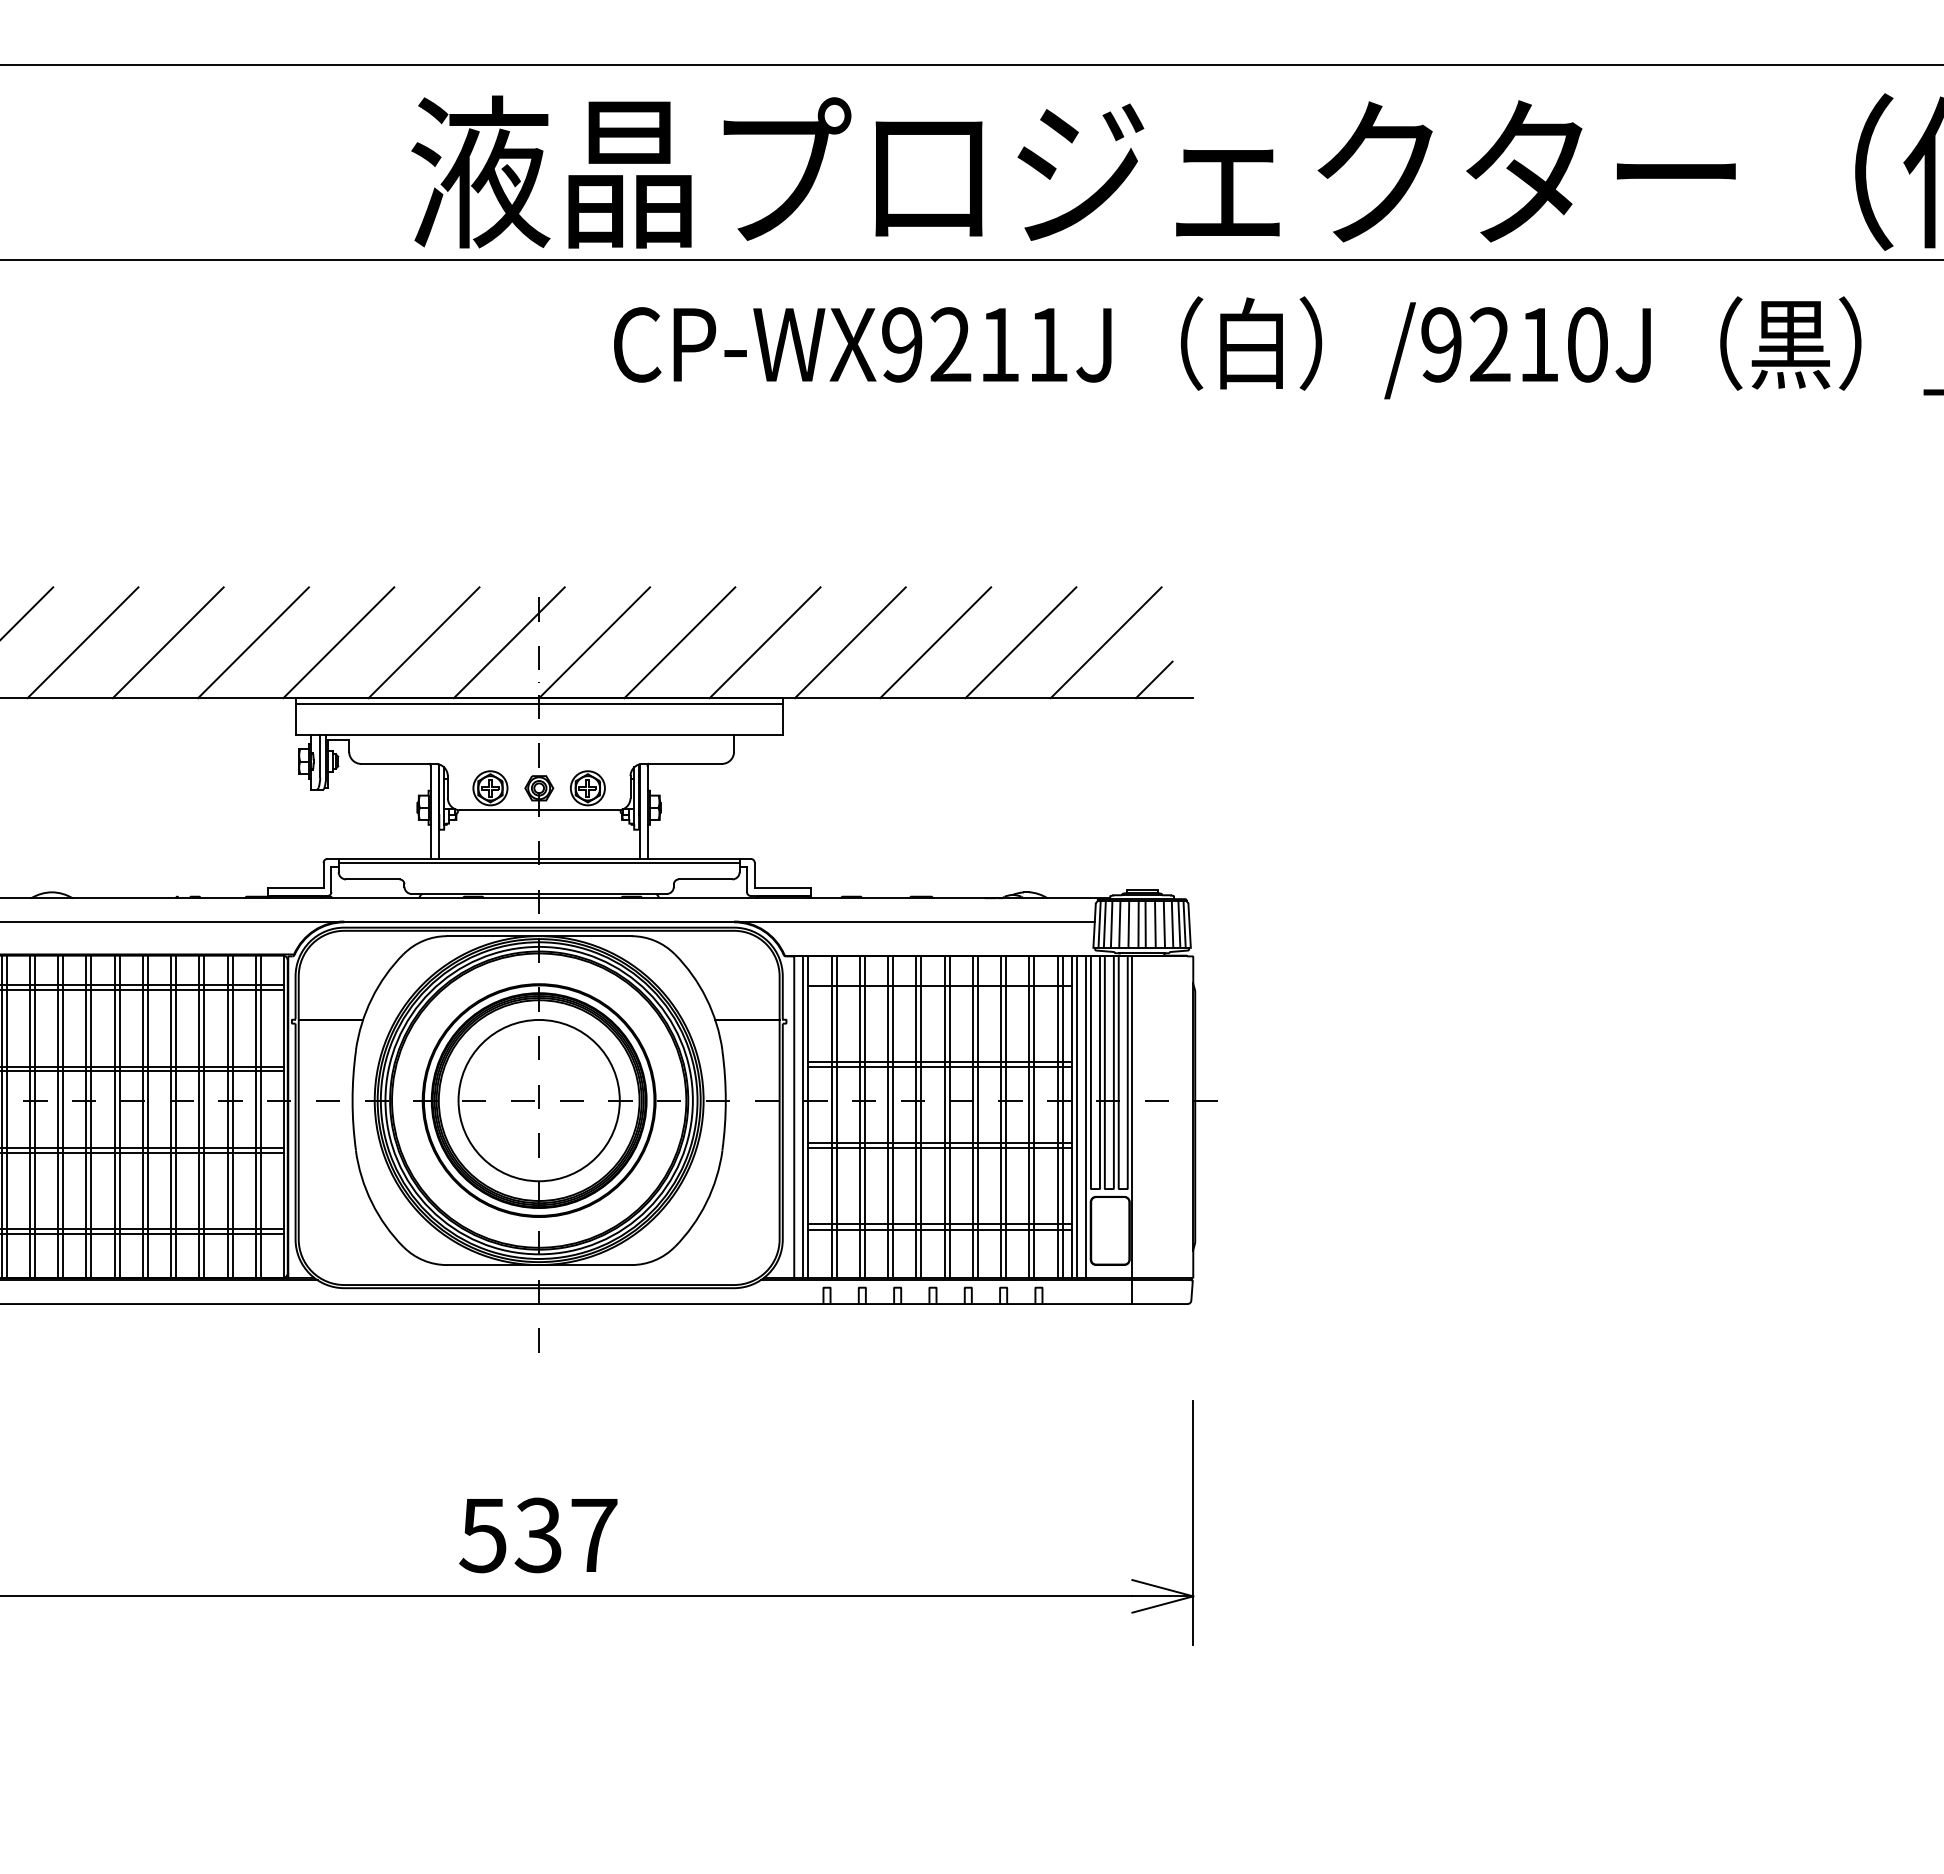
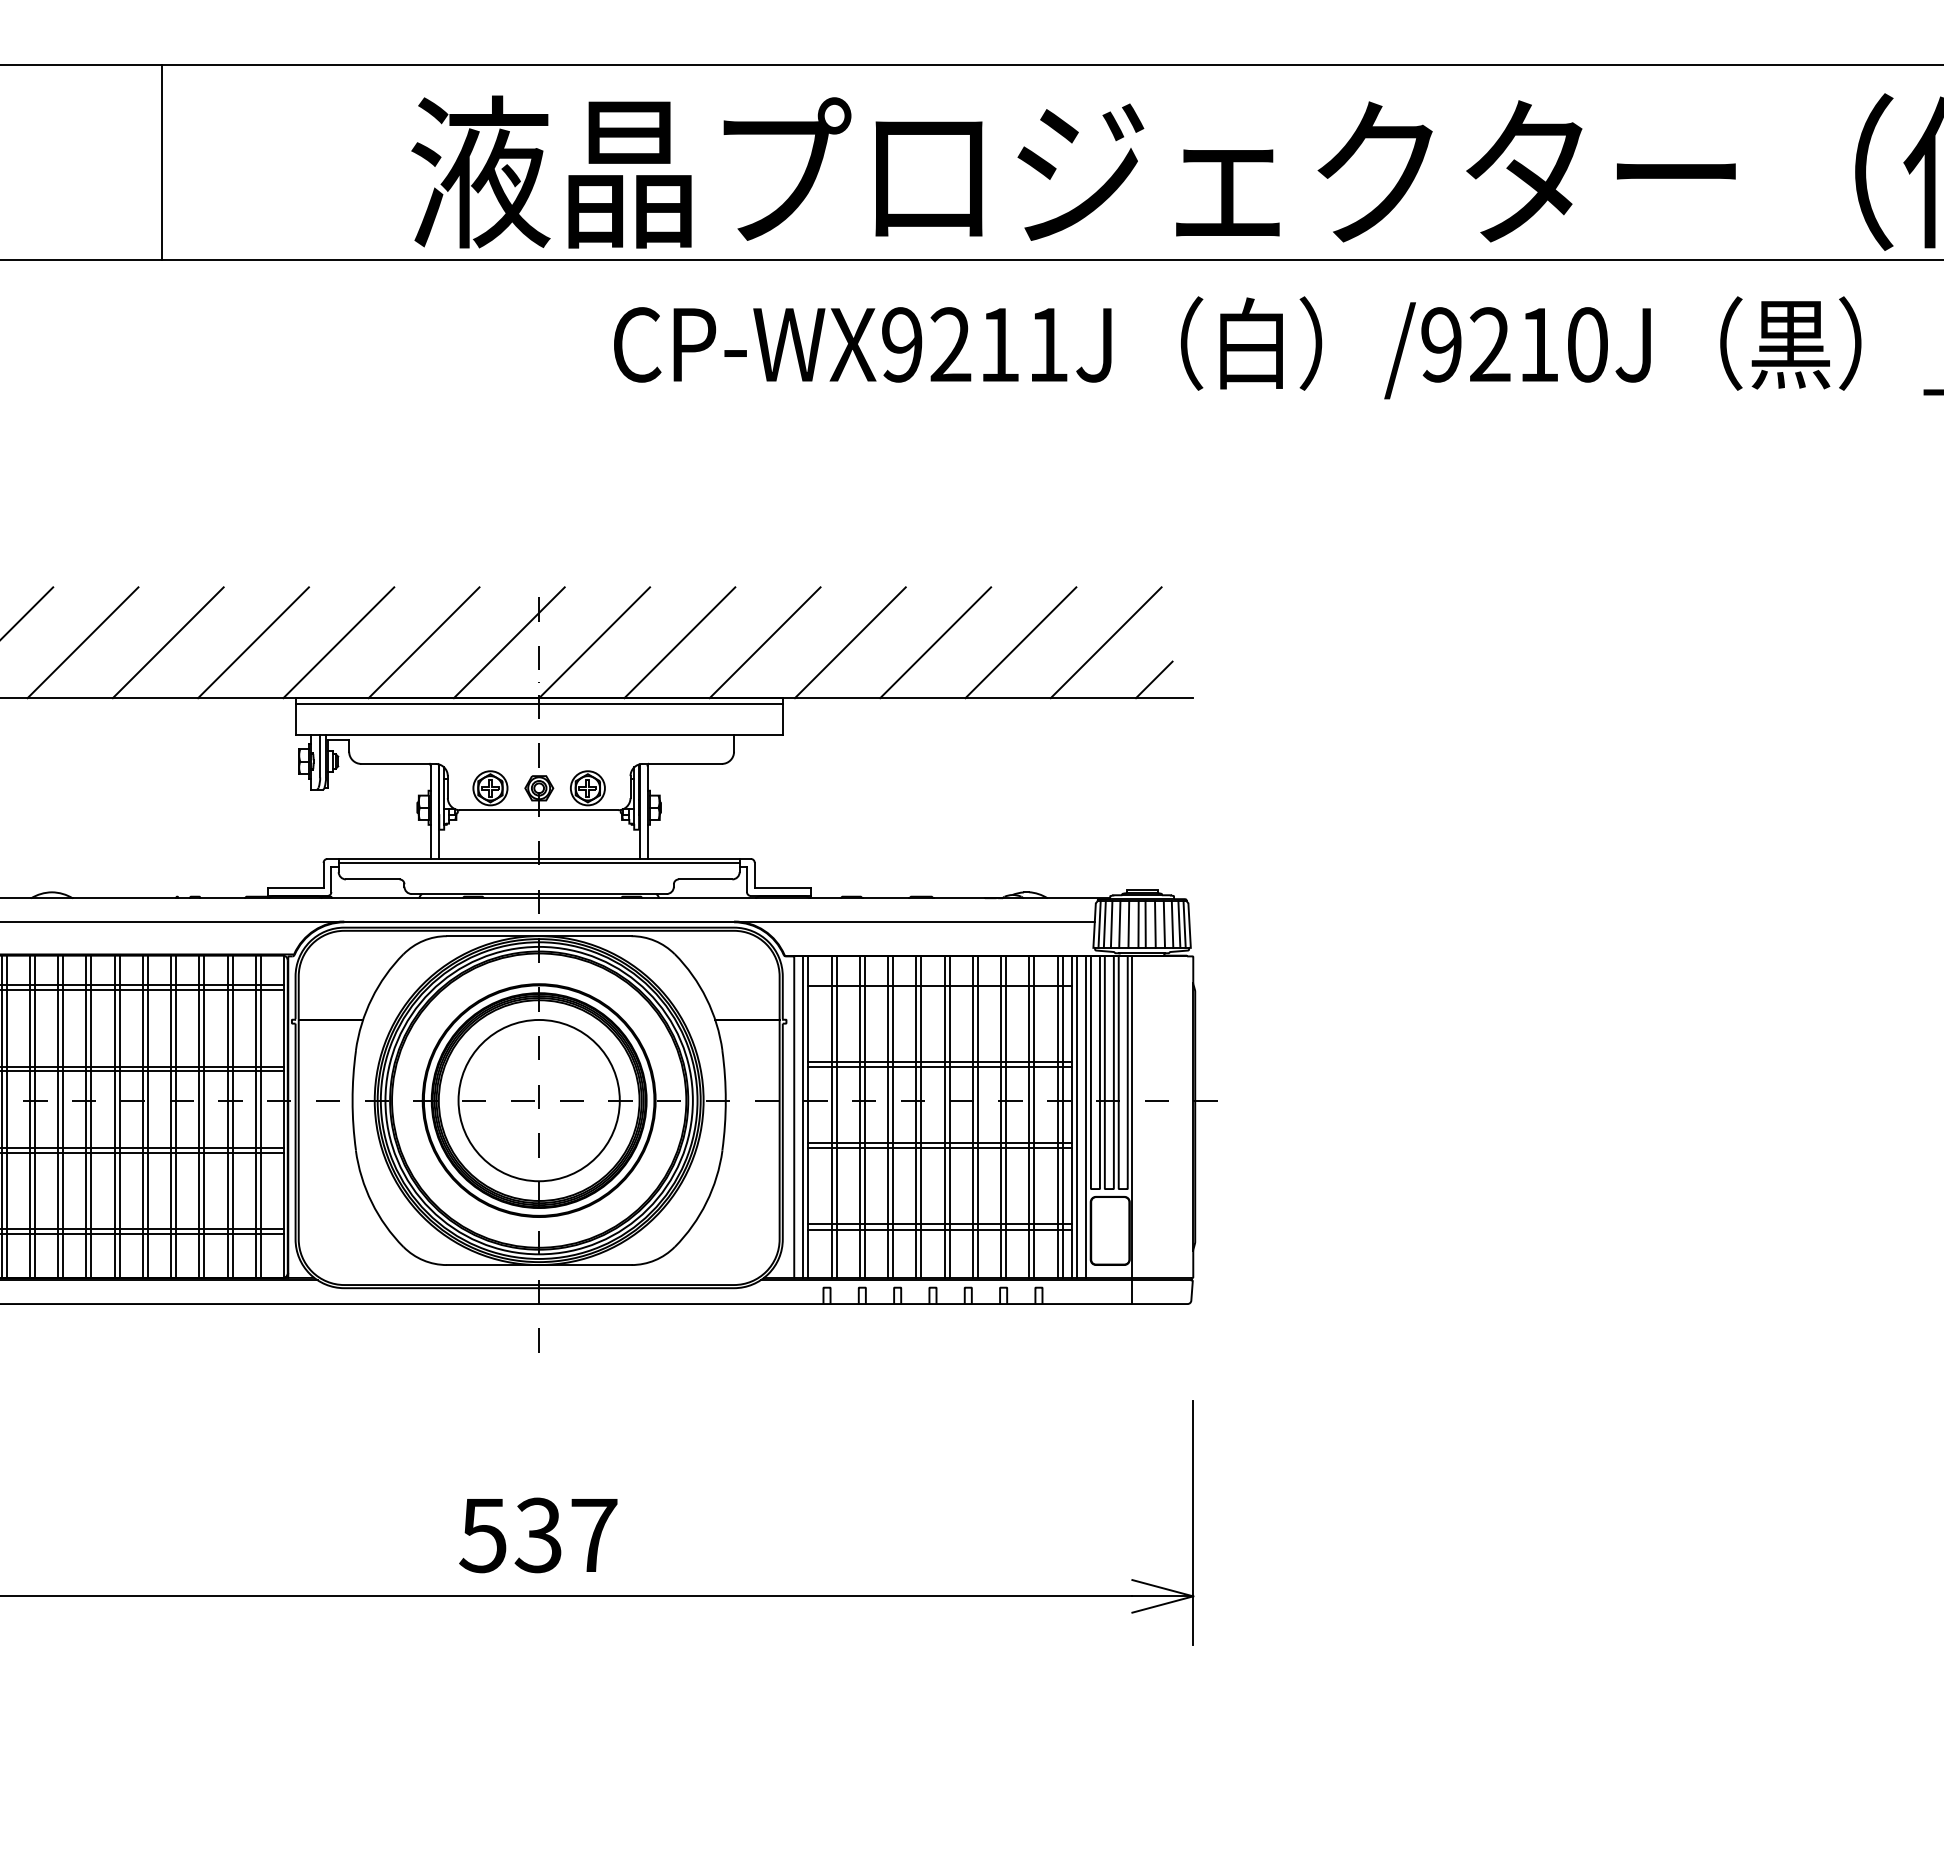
line at (161, 161): none -> present
